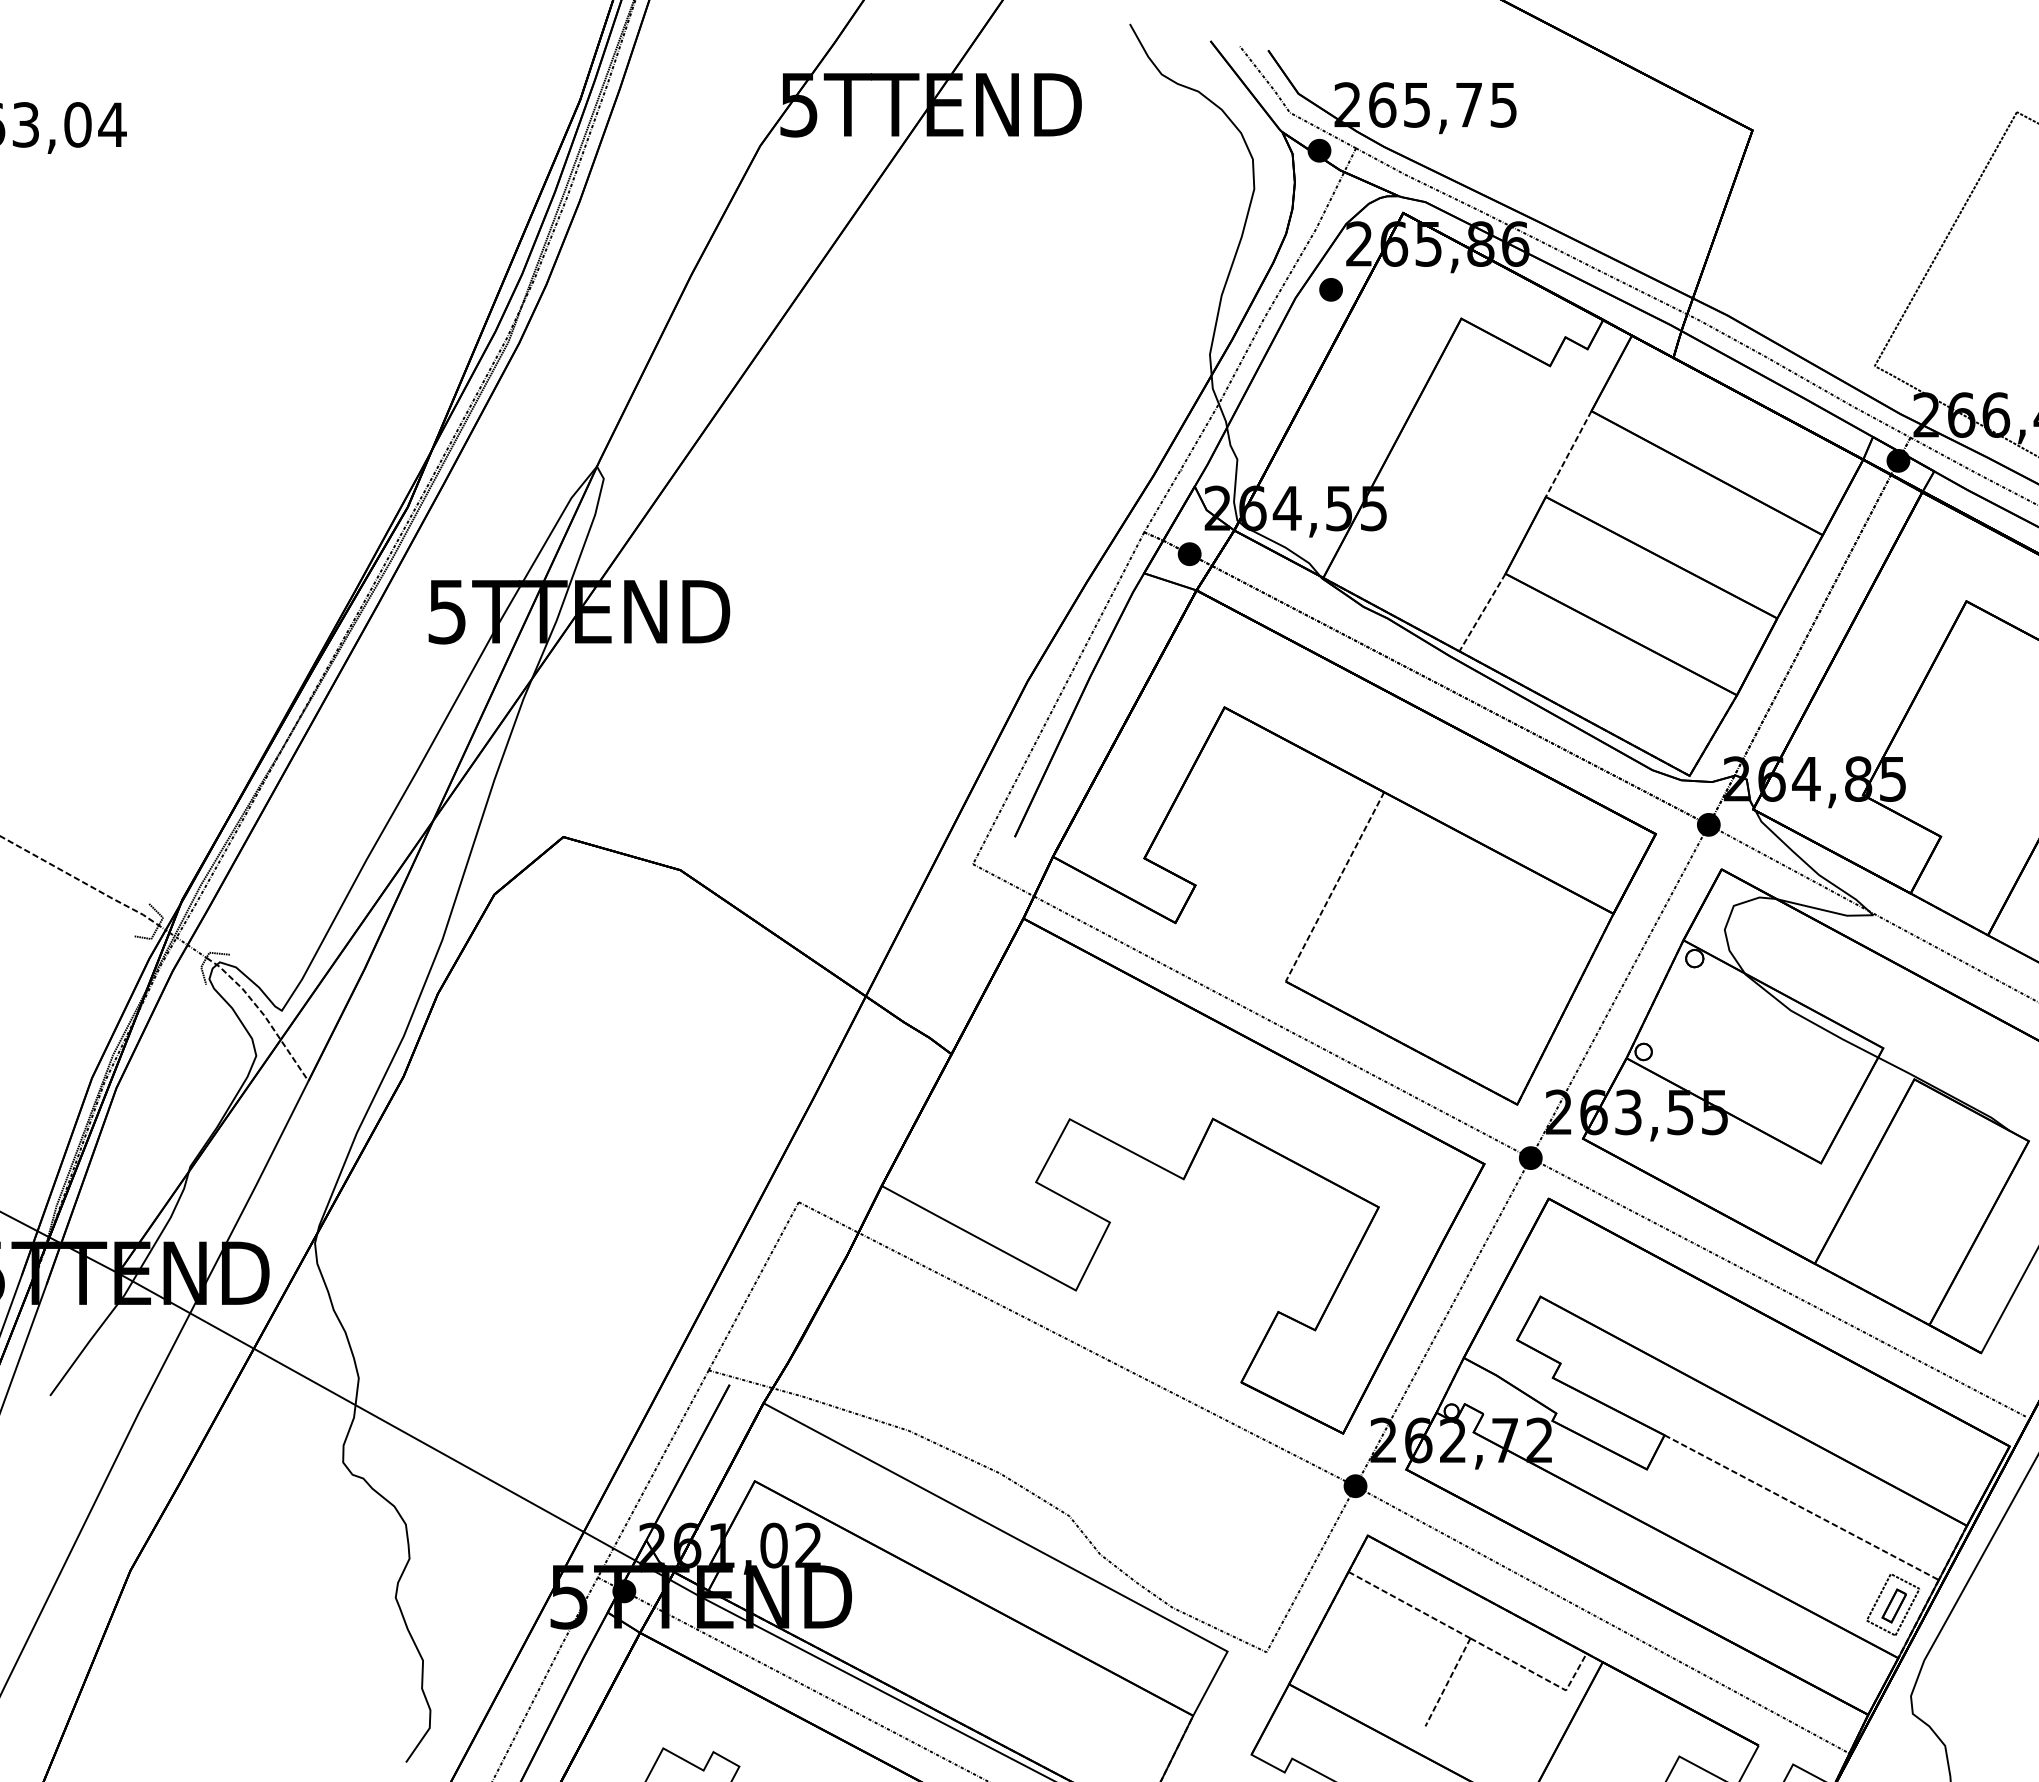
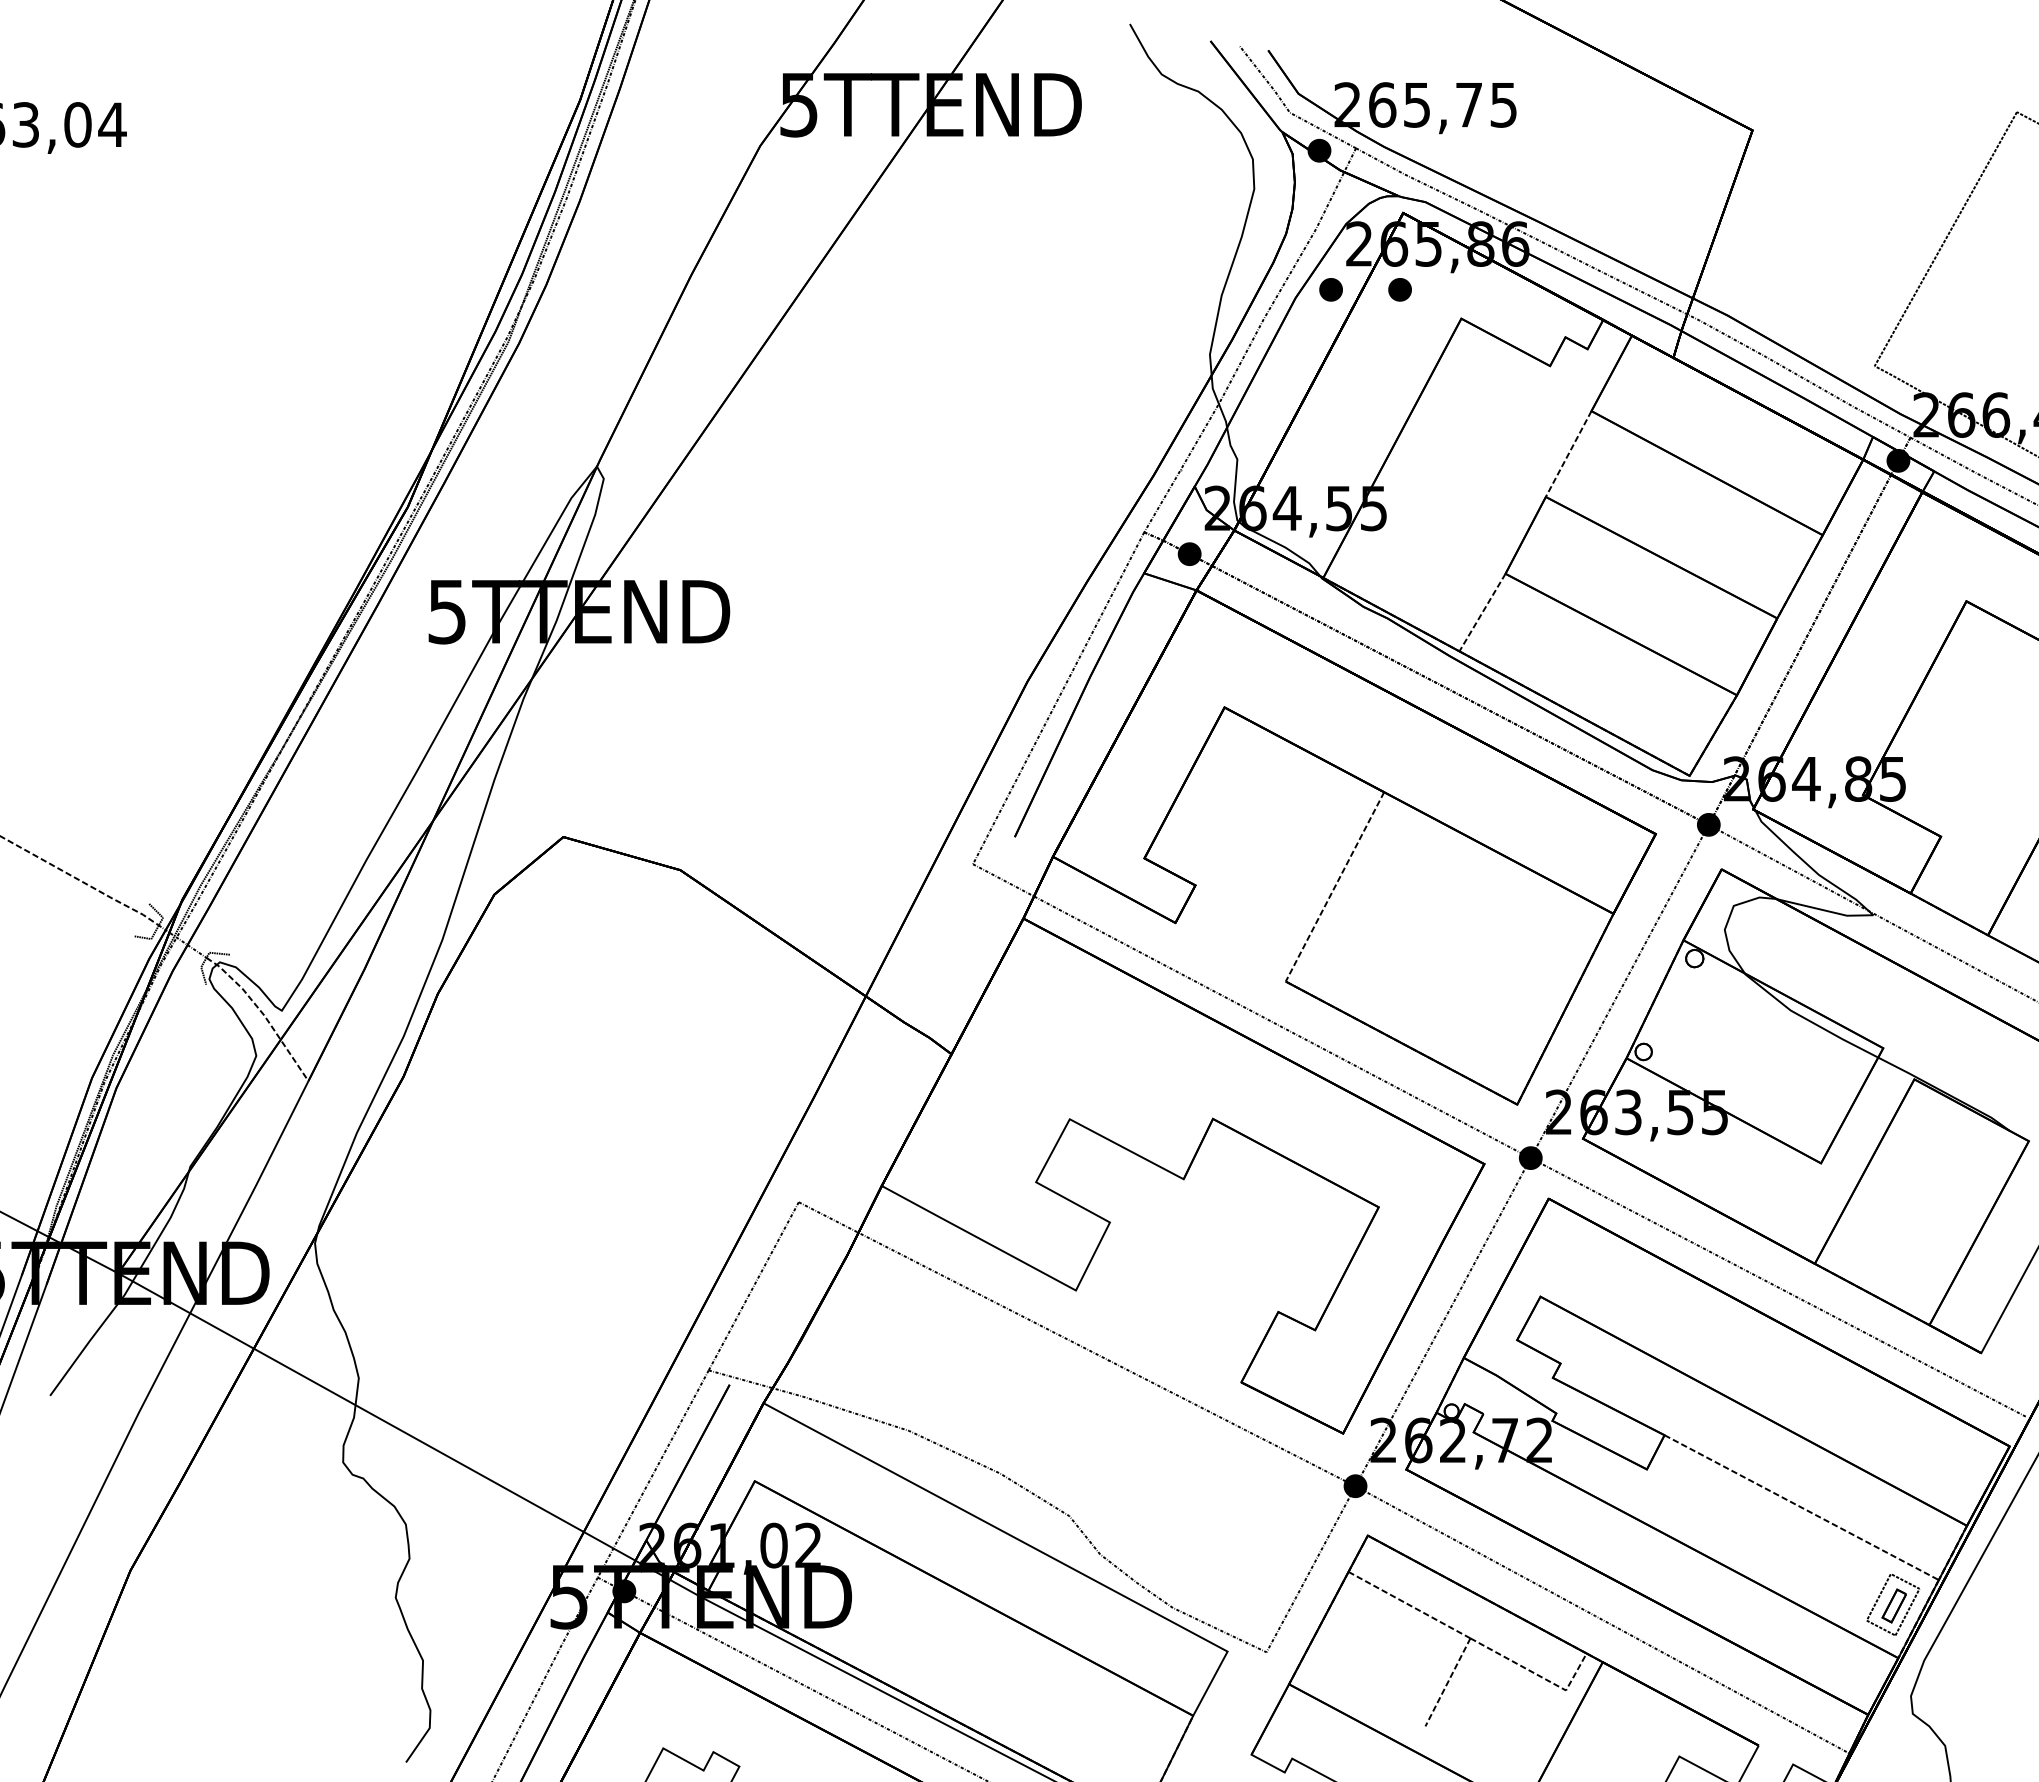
part at (1399, 289): none -> present
